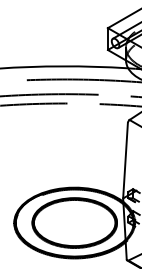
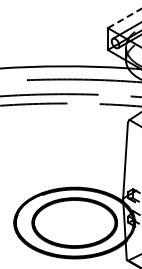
line at (125, 18): solid -> dashed
